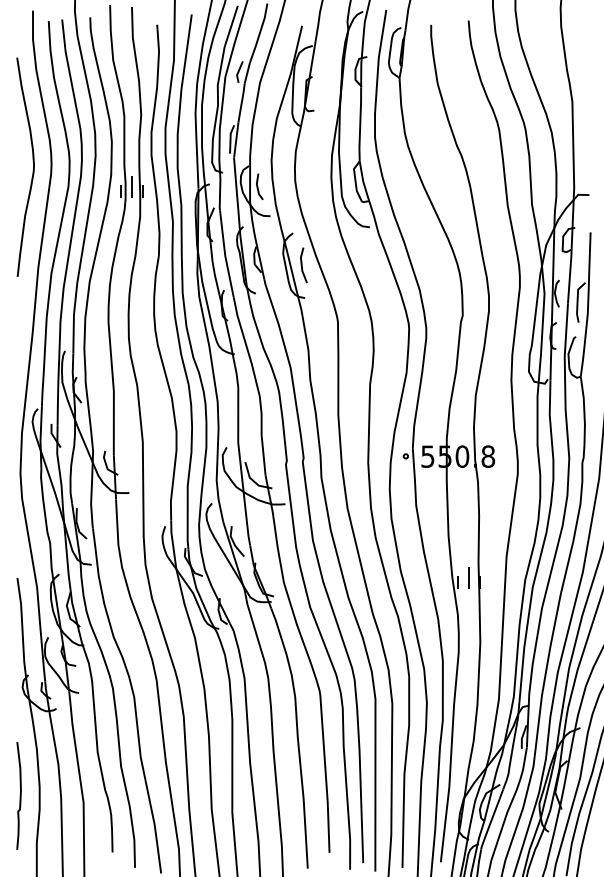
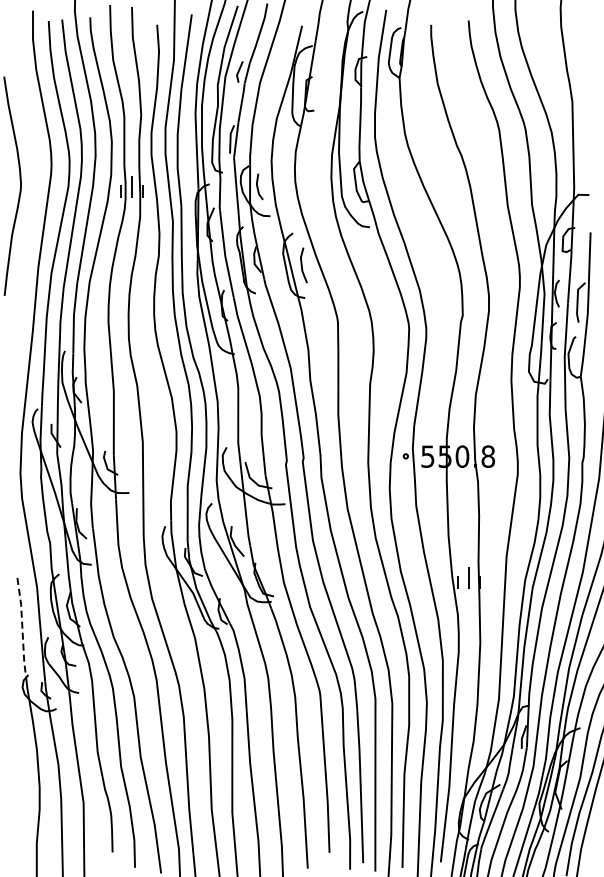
curve at (33, 166) position: (33, 166) -> (20, 185)
line at (22, 627): solid -> dashed
curve at (19, 795): present -> none
